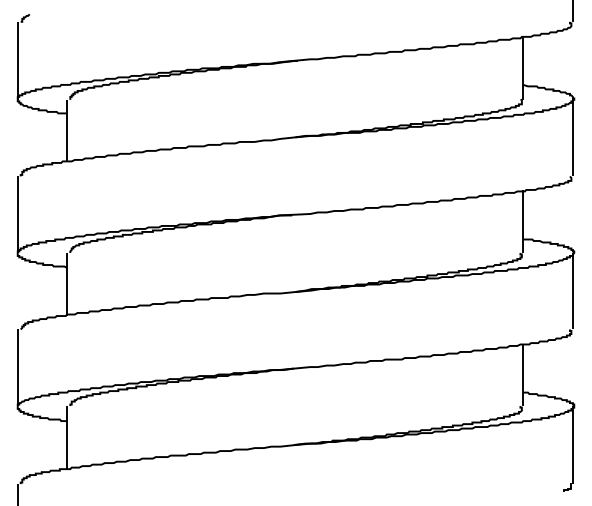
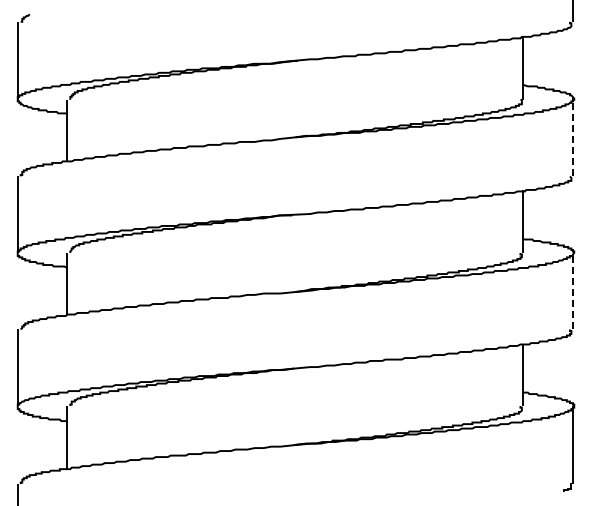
line at (572, 137): solid -> dashed
line at (572, 290): solid -> dashed
